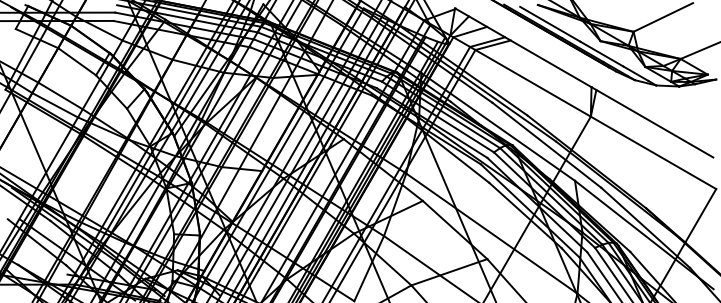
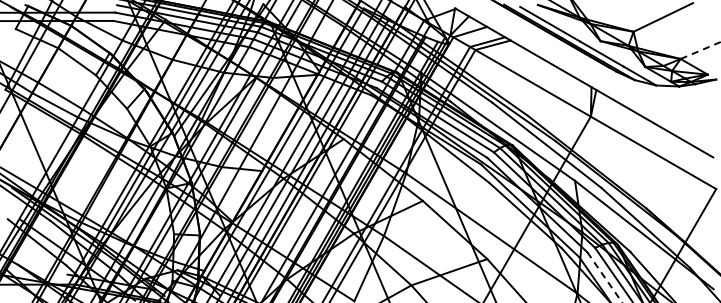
line at (700, 50): solid -> dashed
line at (604, 277): solid -> dashed
